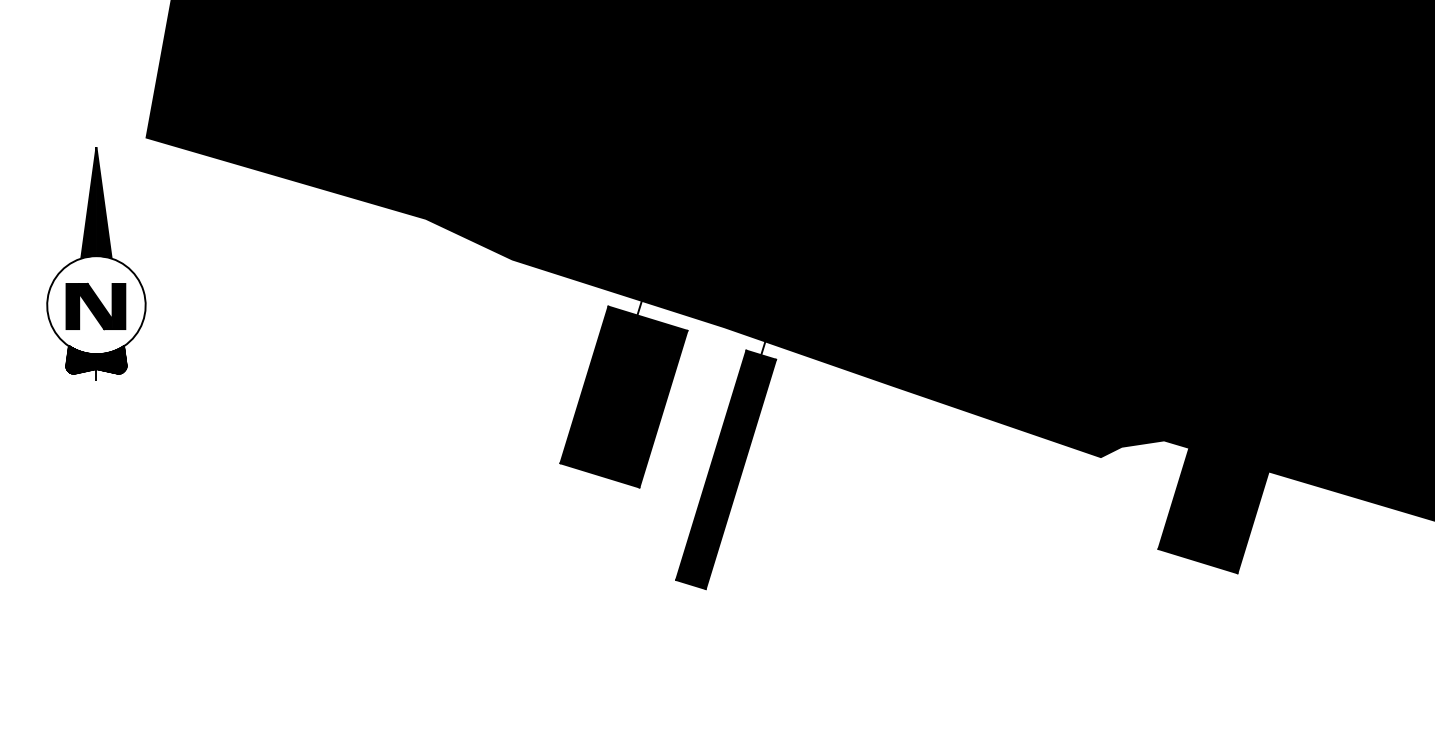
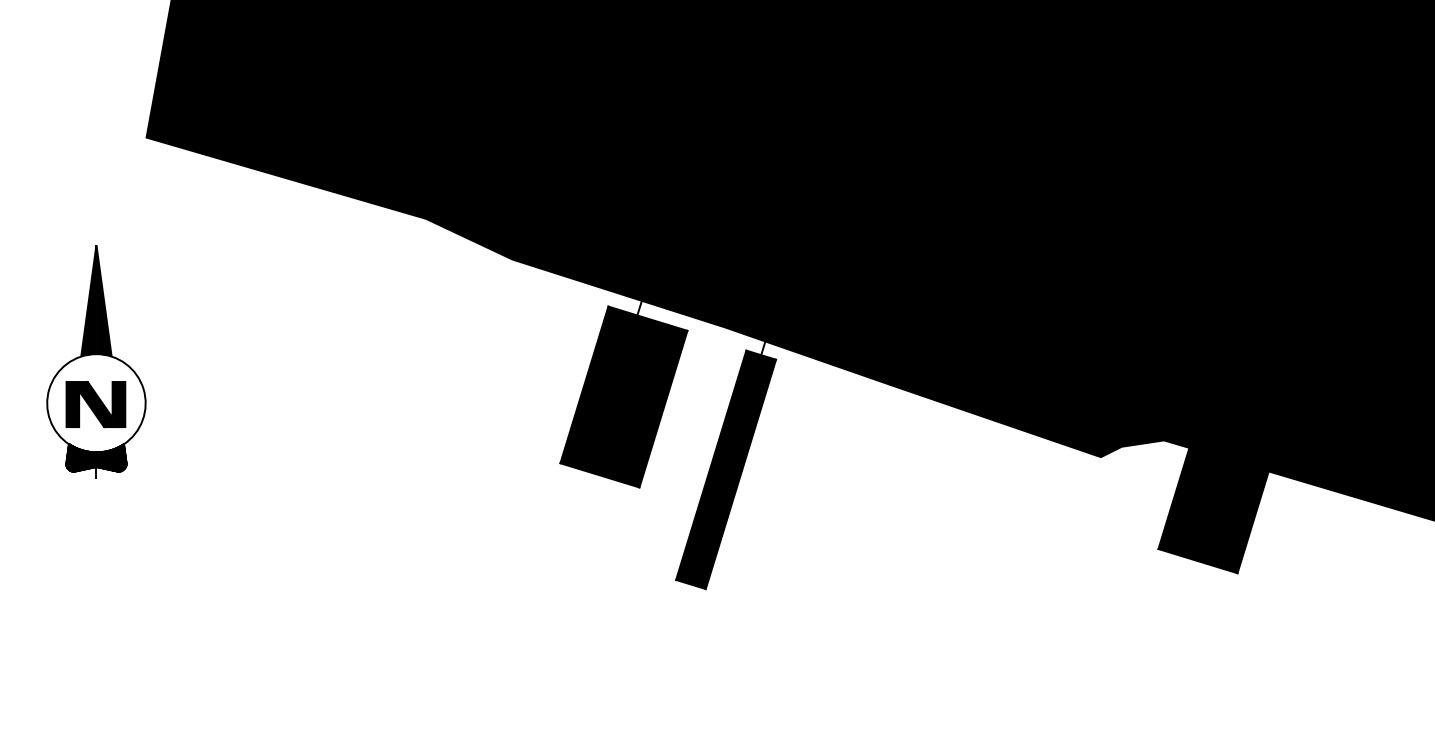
part at (96, 263) position: (96, 263) -> (96, 361)
